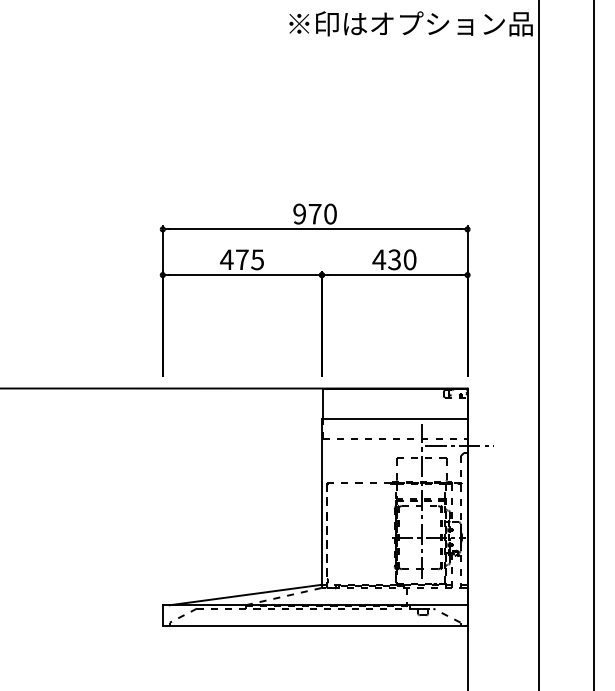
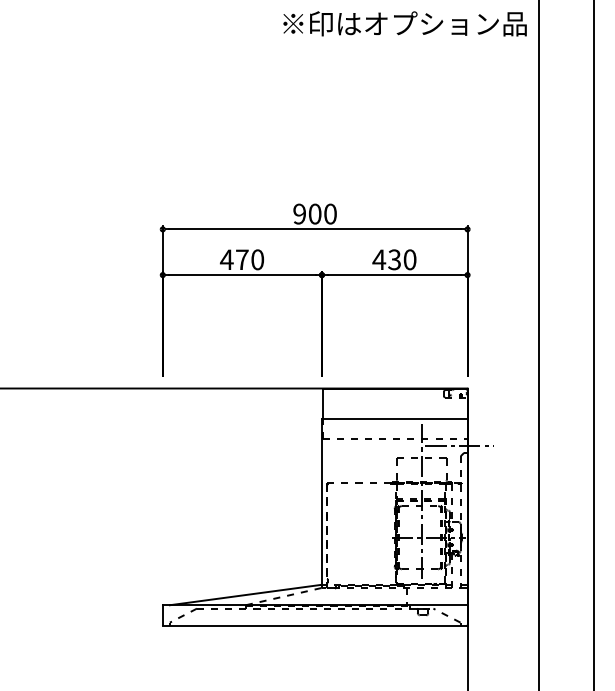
text at (410, 23) position: (410, 23) -> (404, 23)
text at (314, 213): 970 -> 900
text at (257, 259): 475 -> 470
